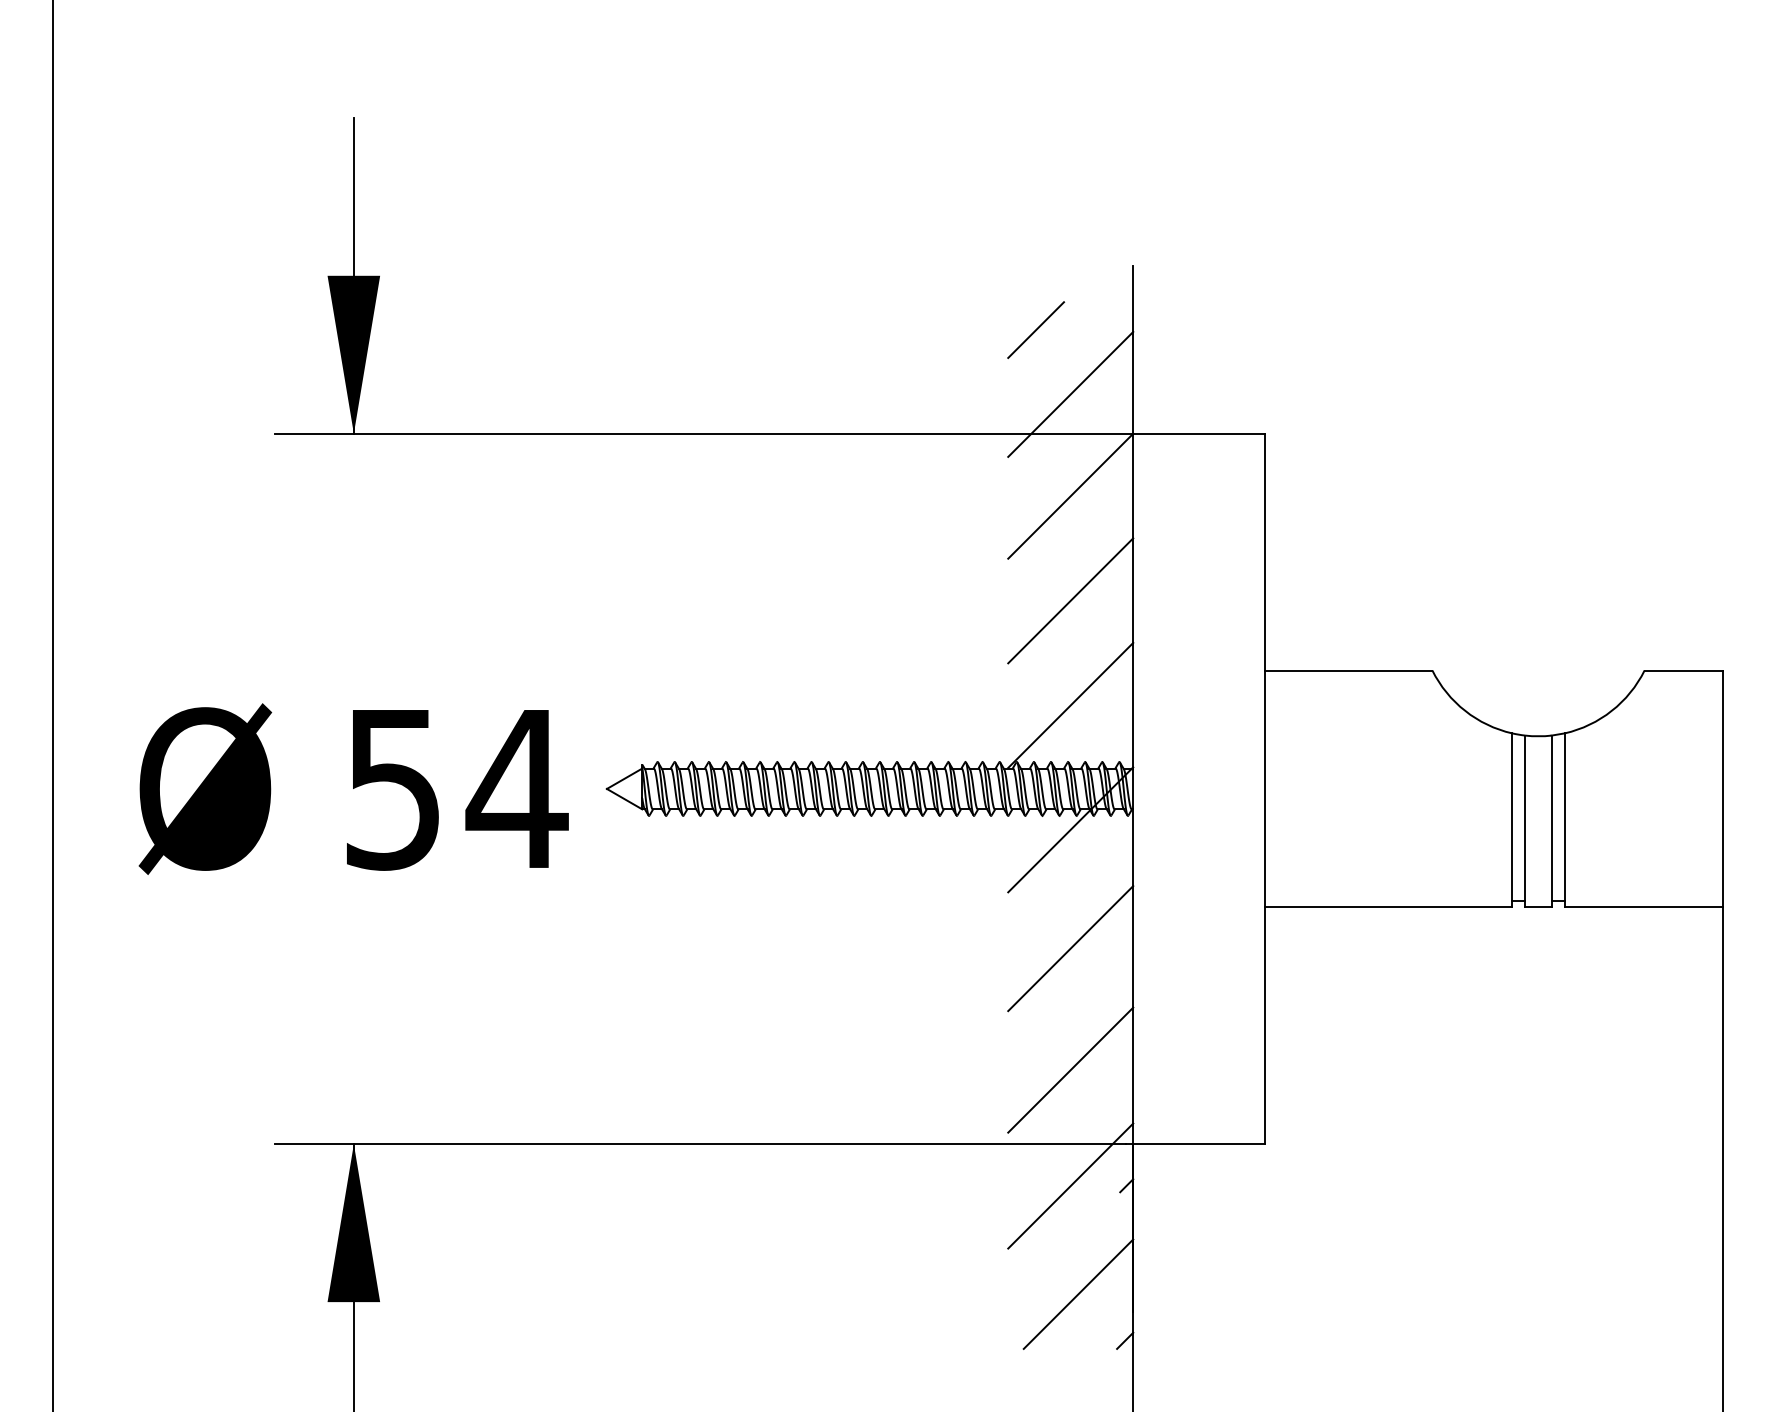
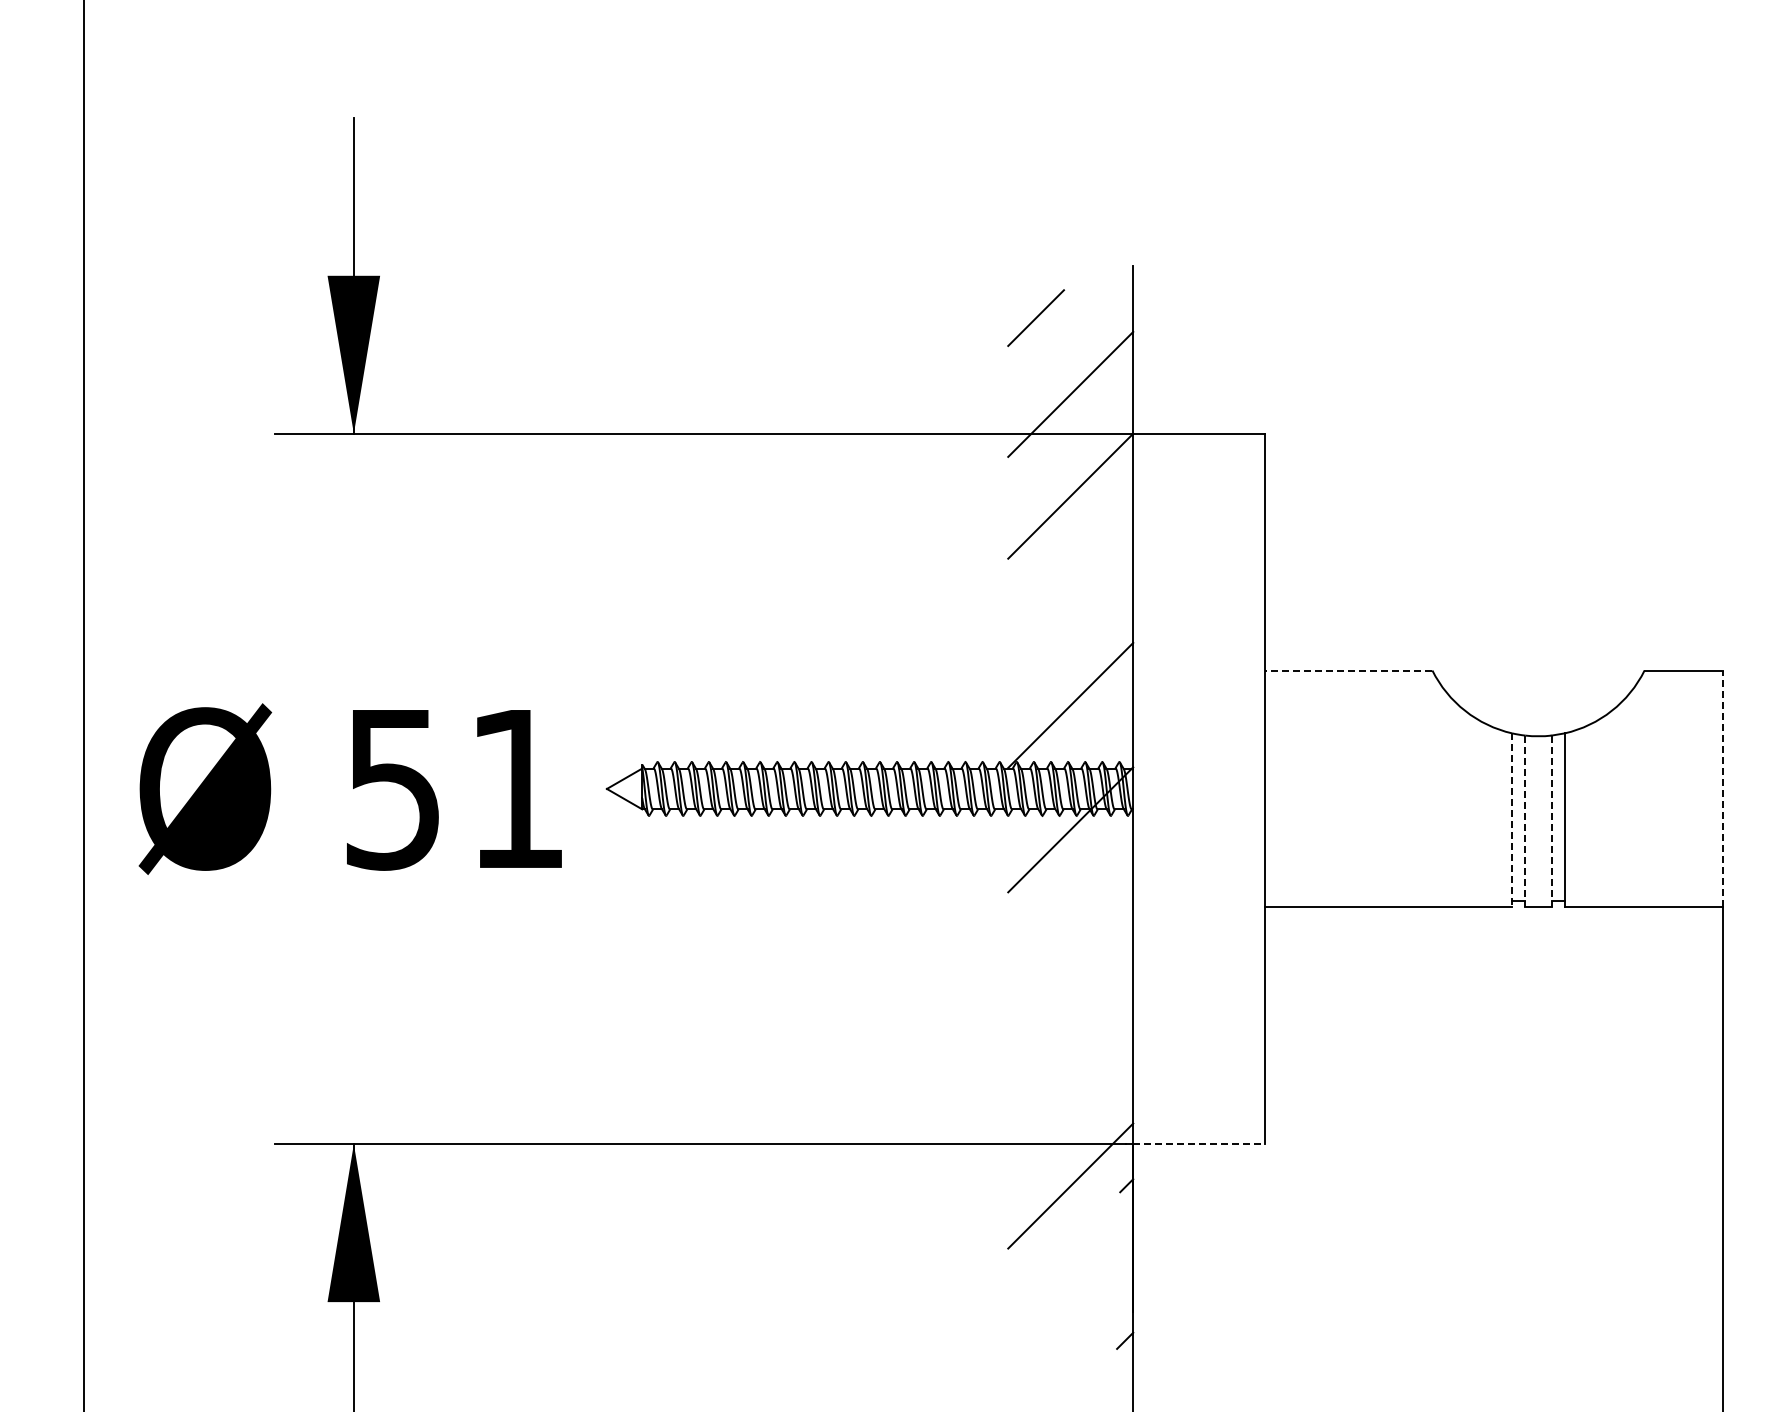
line at (1036, 329) position: (1036, 329) -> (1036, 317)
line at (1070, 600): present -> none
line at (1348, 670): solid -> dashed
line at (53, 705) position: (53, 705) -> (84, 705)
text at (516, 788): 54 -> 51
line at (1722, 788): solid -> dashed
line at (1512, 820): solid -> dashed
line at (1525, 821): solid -> dashed
line at (1551, 821): solid -> dashed
line at (1070, 948): present -> none
line at (1070, 1069): present -> none
line at (1199, 1144): solid -> dashed
line at (1078, 1293): present -> none
